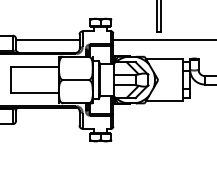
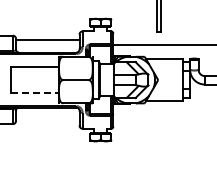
line at (163, 40) position: (163, 40) -> (163, 45)
line at (35, 92): solid -> dashed
